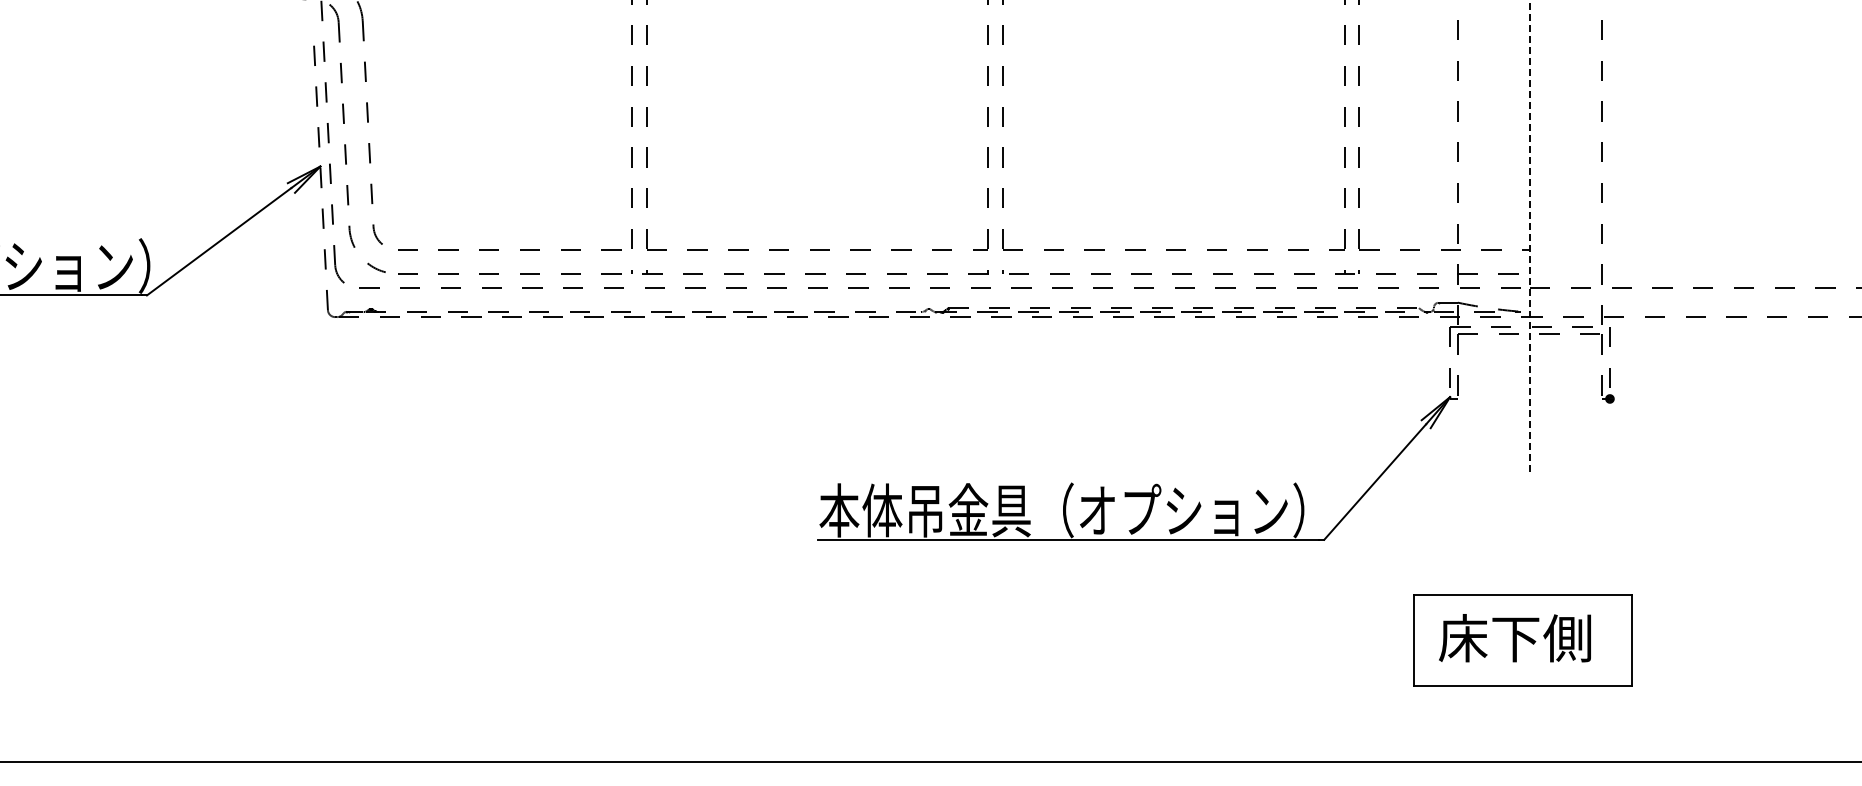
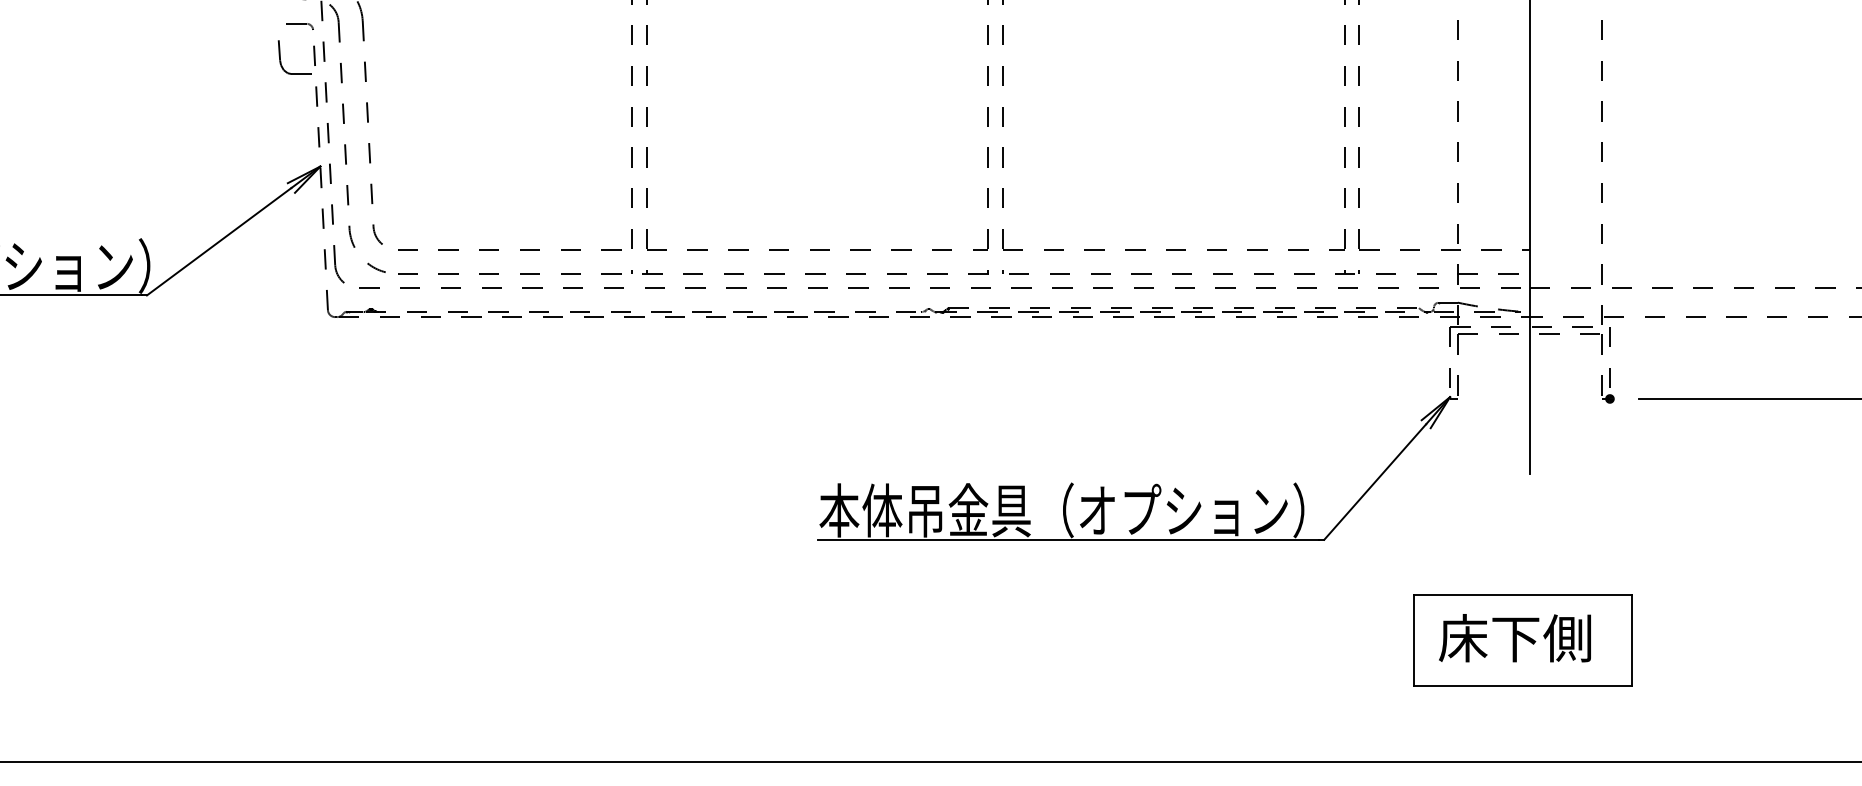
part at (299, 26): none -> present
part at (281, 61): none -> present
line at (1530, 237): dashed -> solid
line at (1748, 398): none -> present
